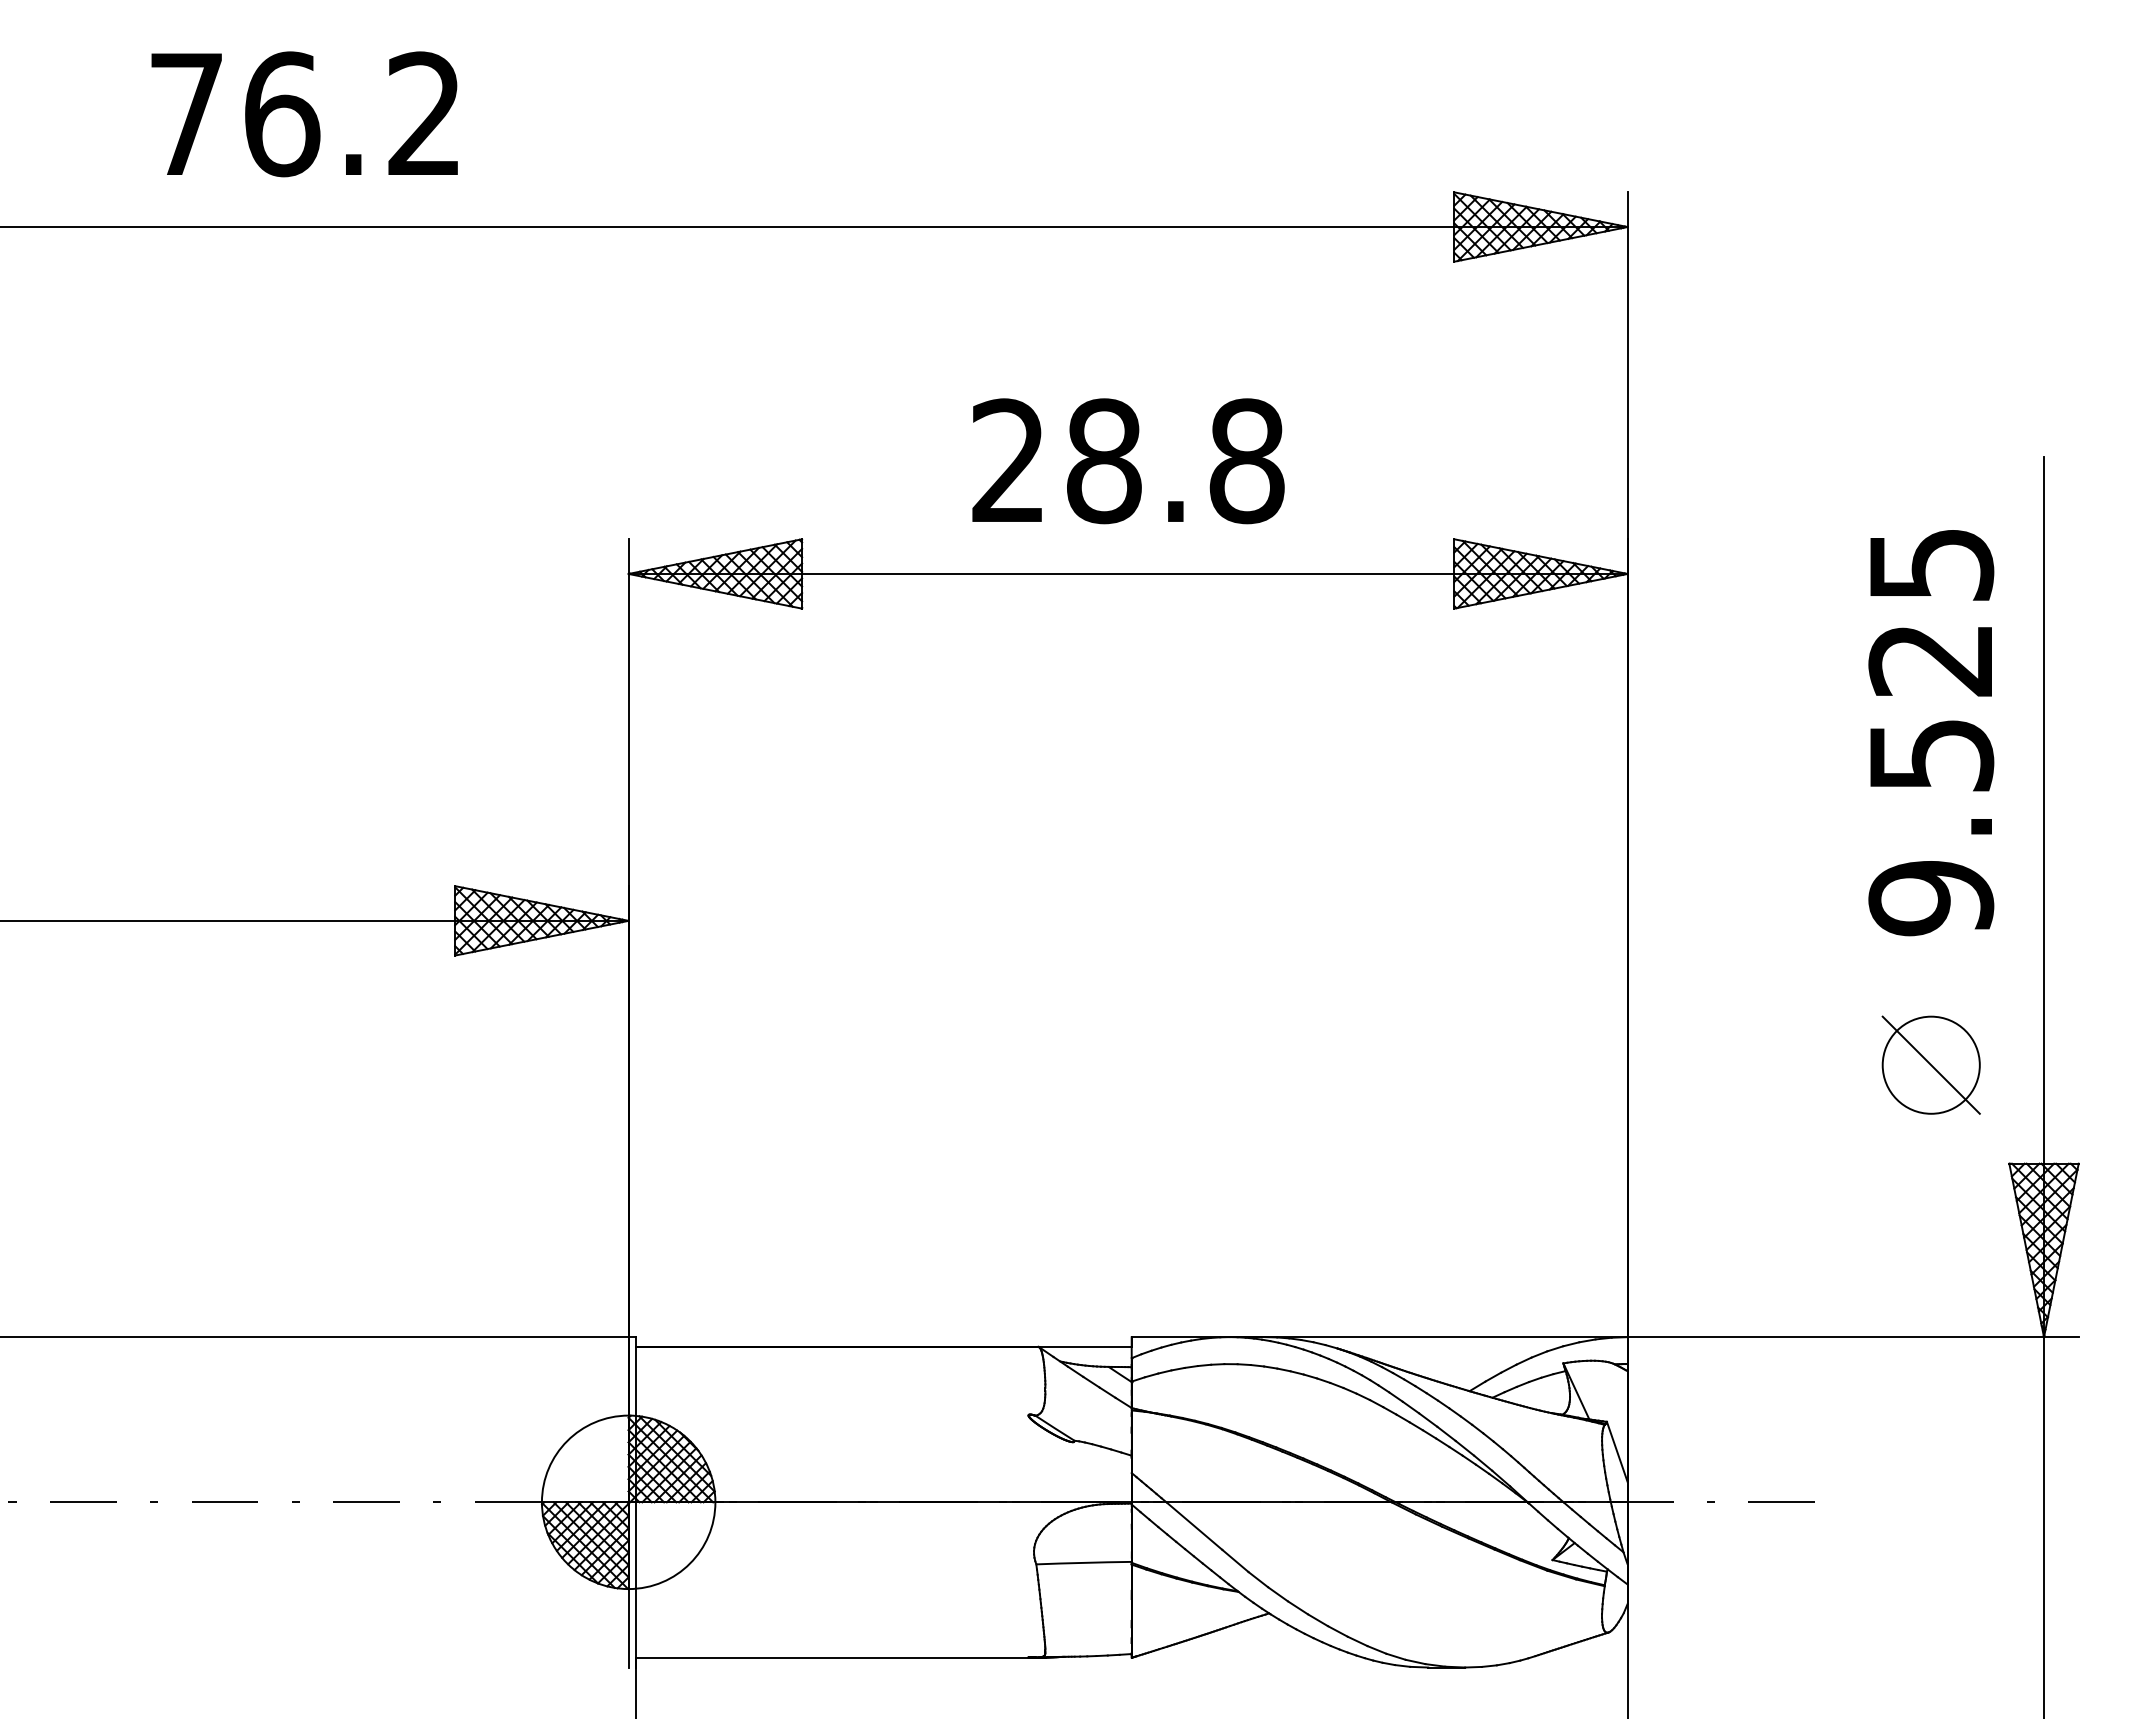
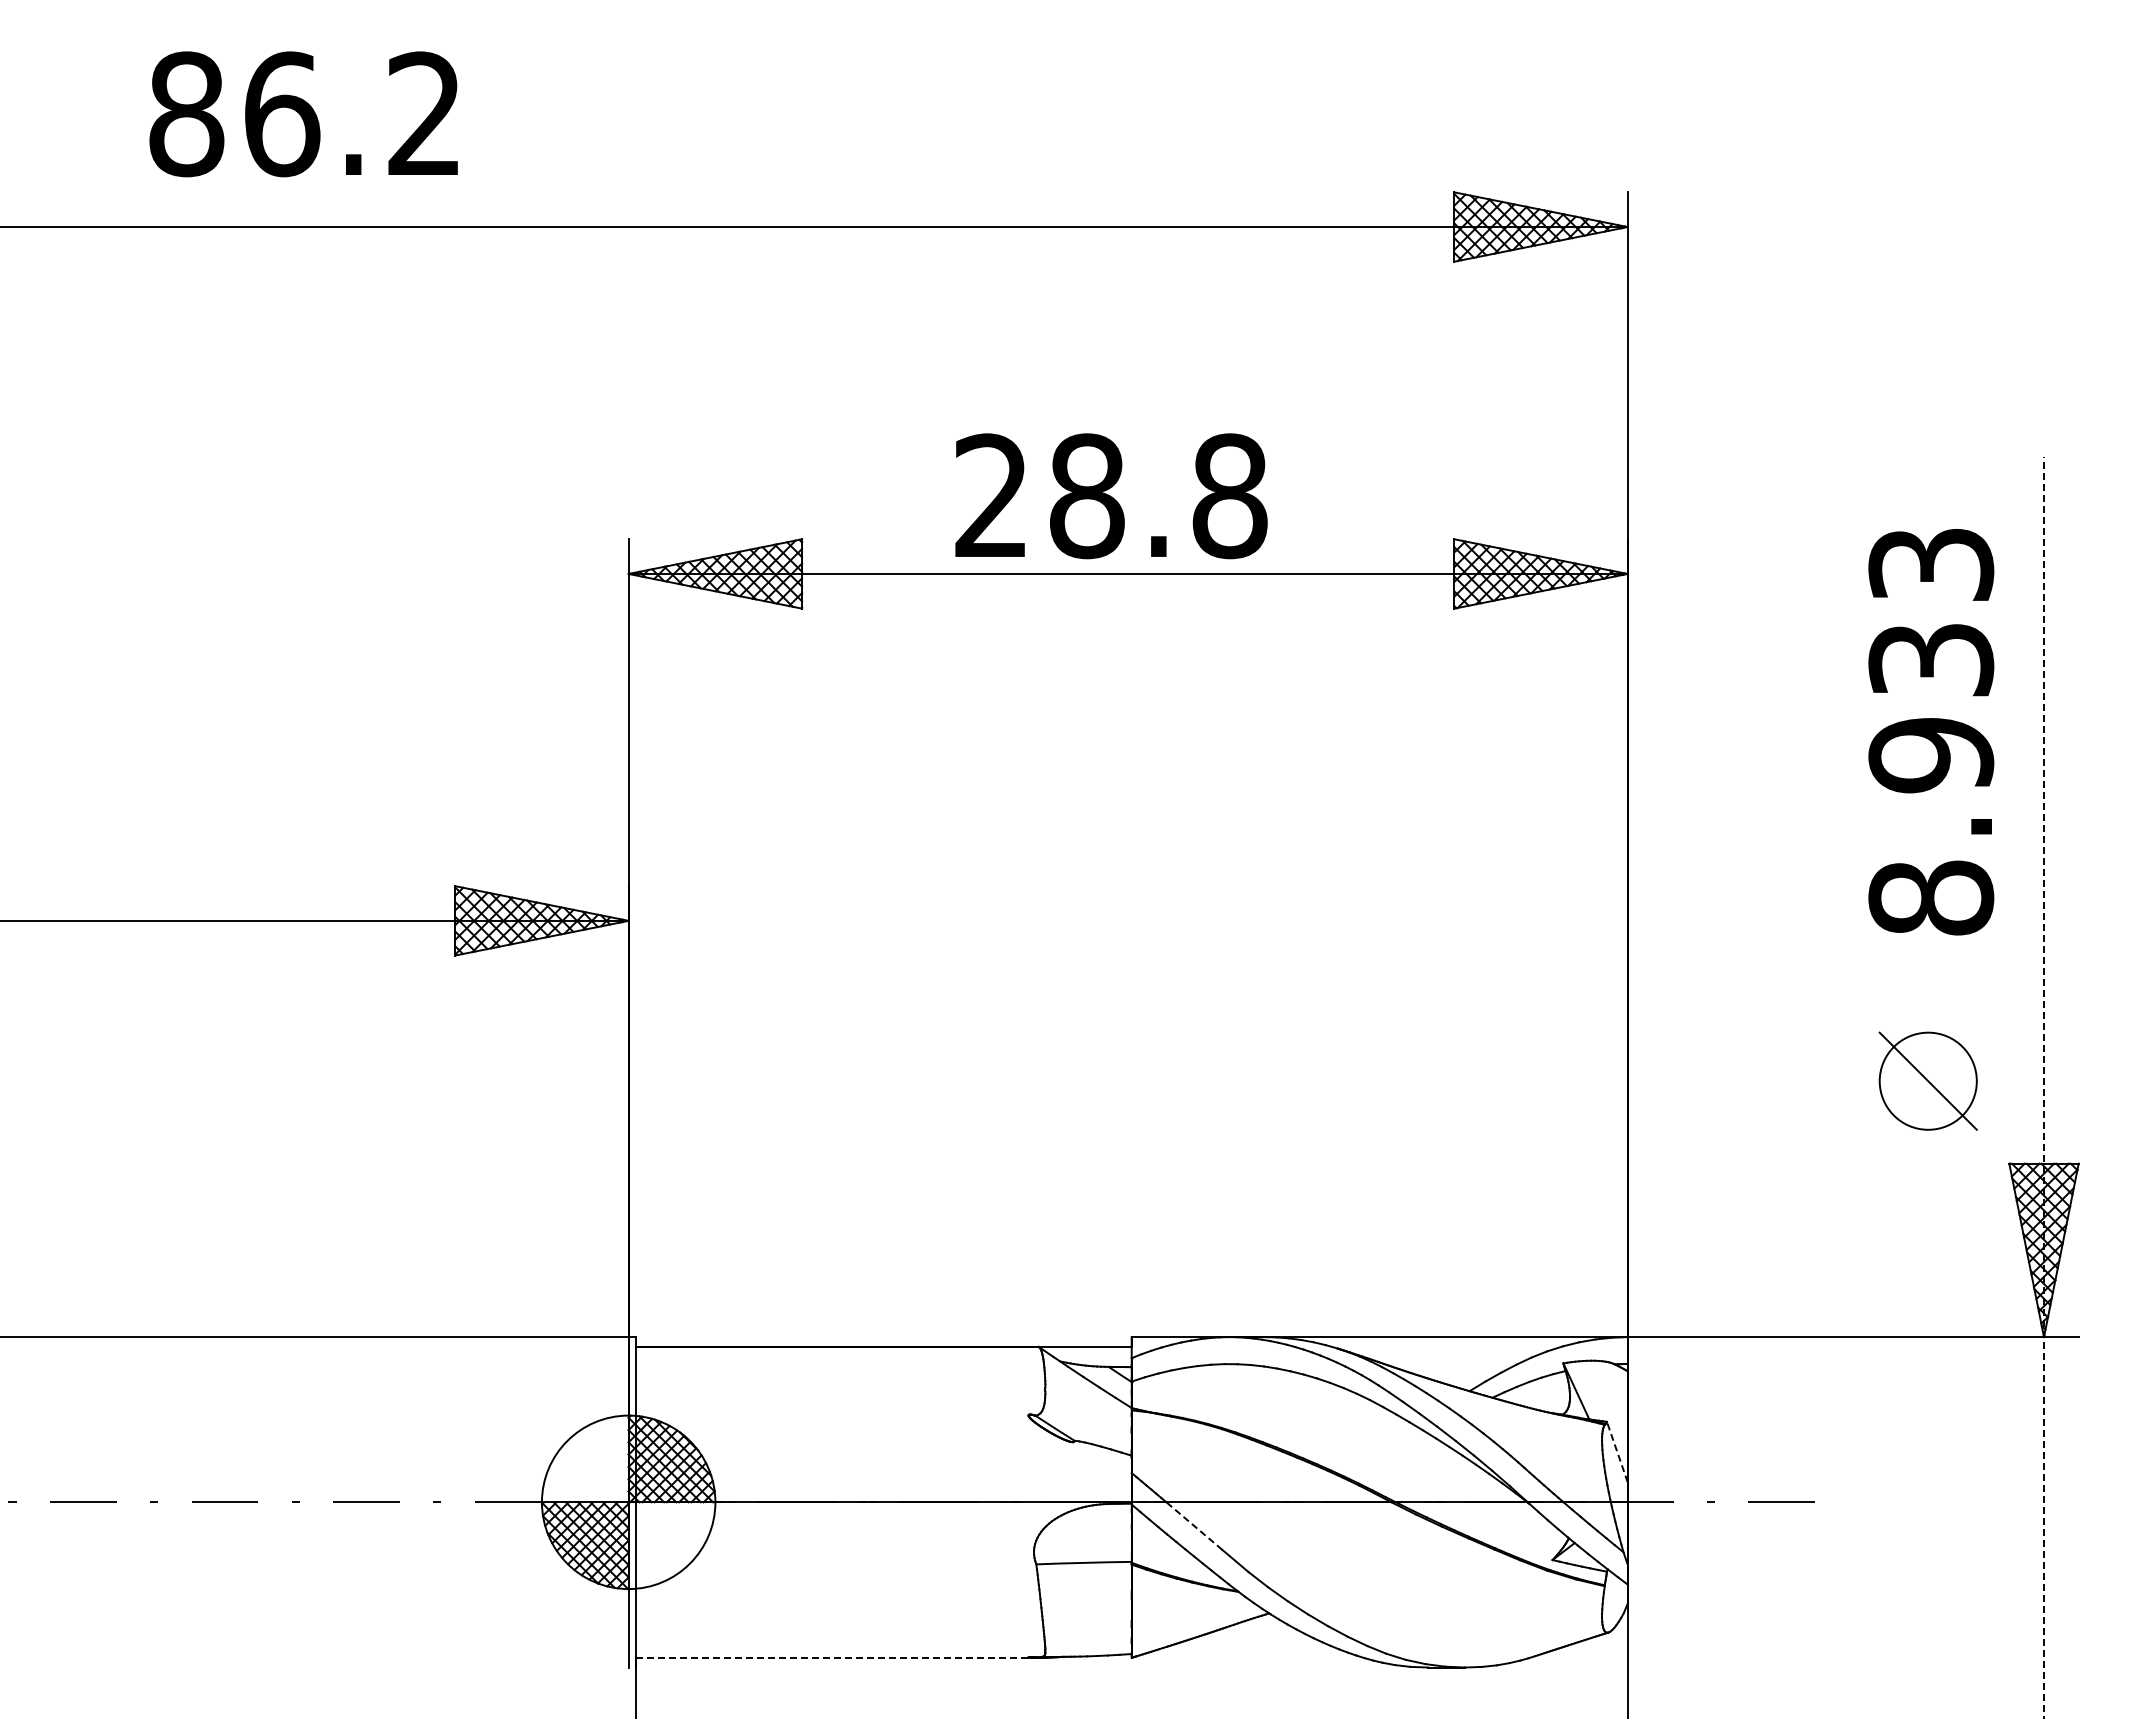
text at (186, 114): 76.2 -> 86.2
text at (1128, 461) position: (1128, 461) -> (1111, 496)
text at (1931, 732): 9.525 -> 8.933
part at (1930, 1064) position: (1930, 1064) -> (1927, 1080)
line at (2044, 1087): solid -> dashed
line at (1617, 1452): solid -> dashed
line at (1194, 1526): solid -> dashed
line at (837, 1657): solid -> dashed
